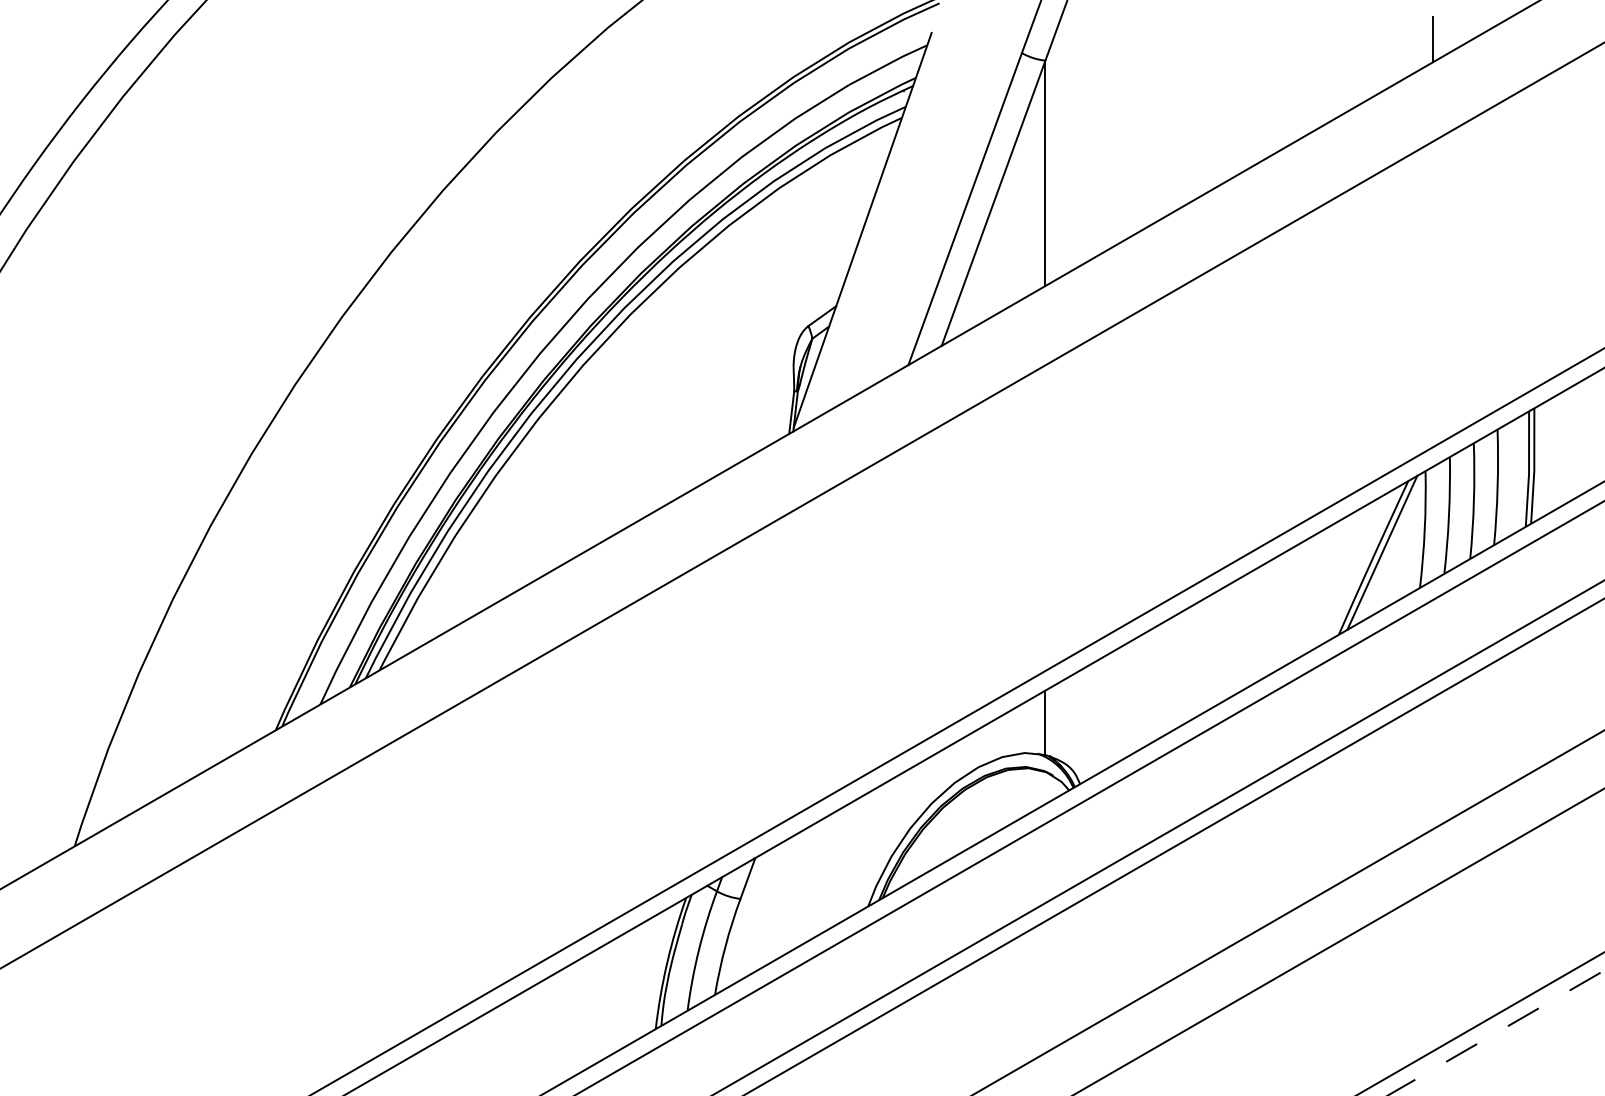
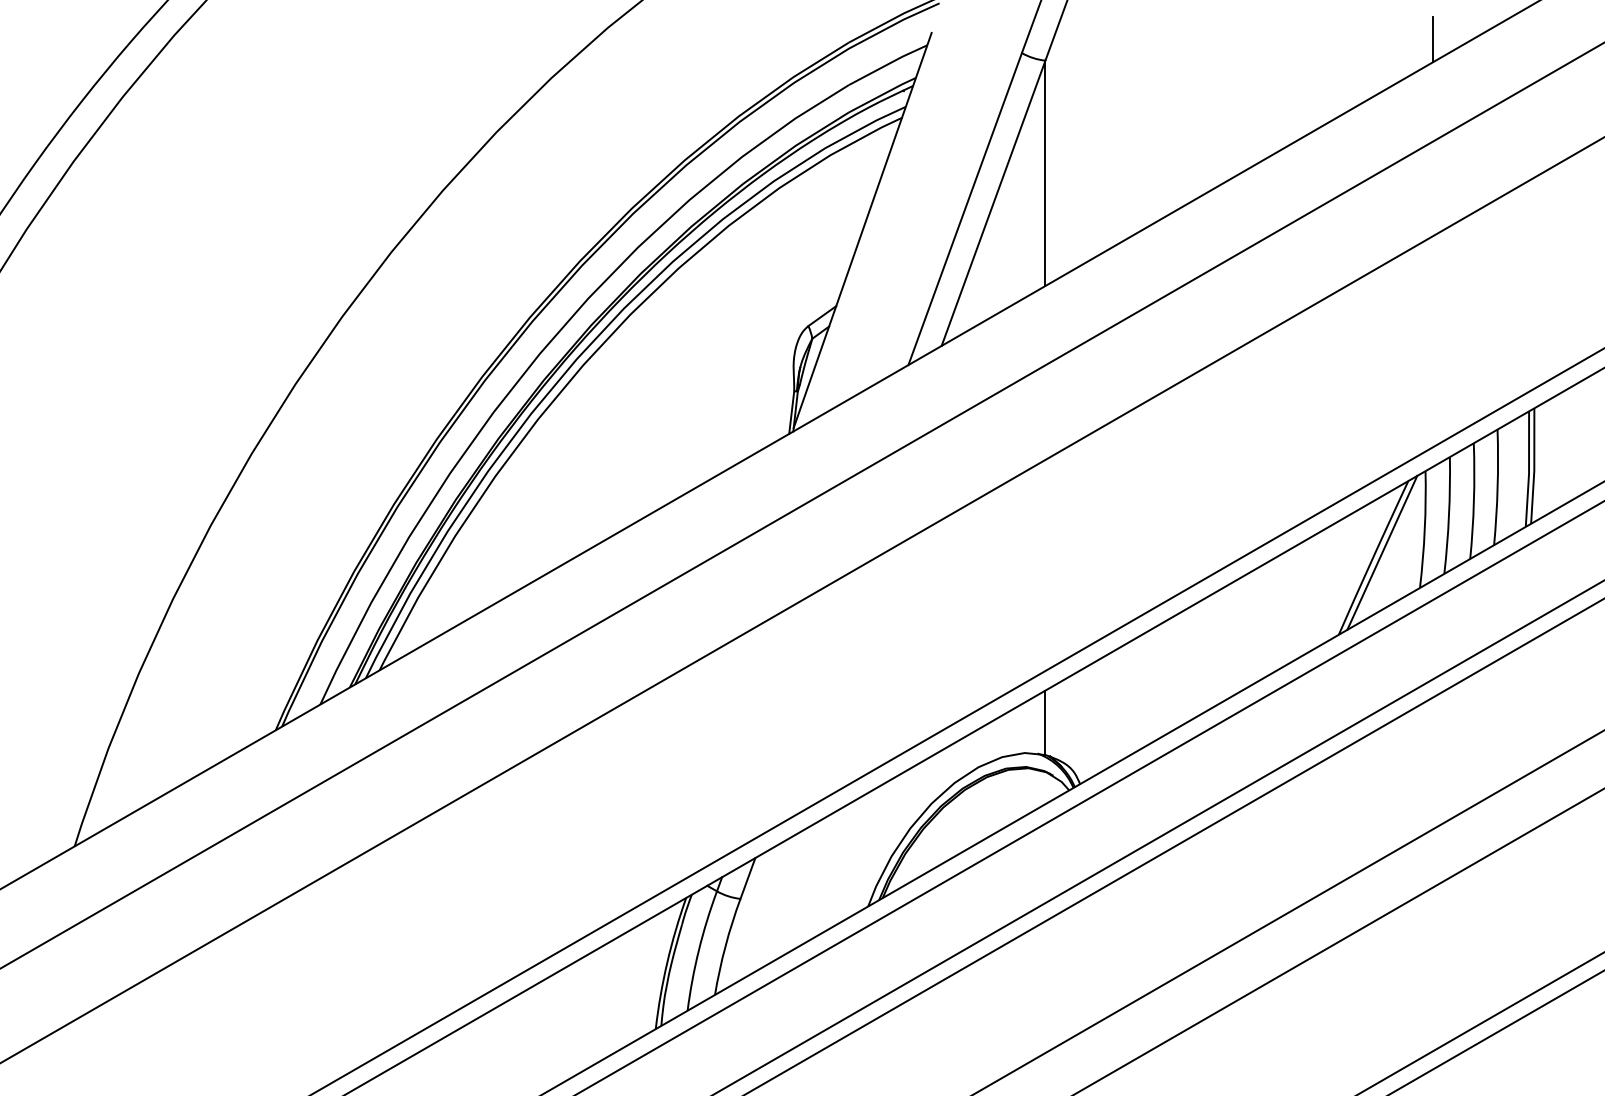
line at (801, 599): none -> present
line at (1496, 1033): dashed -> solid
